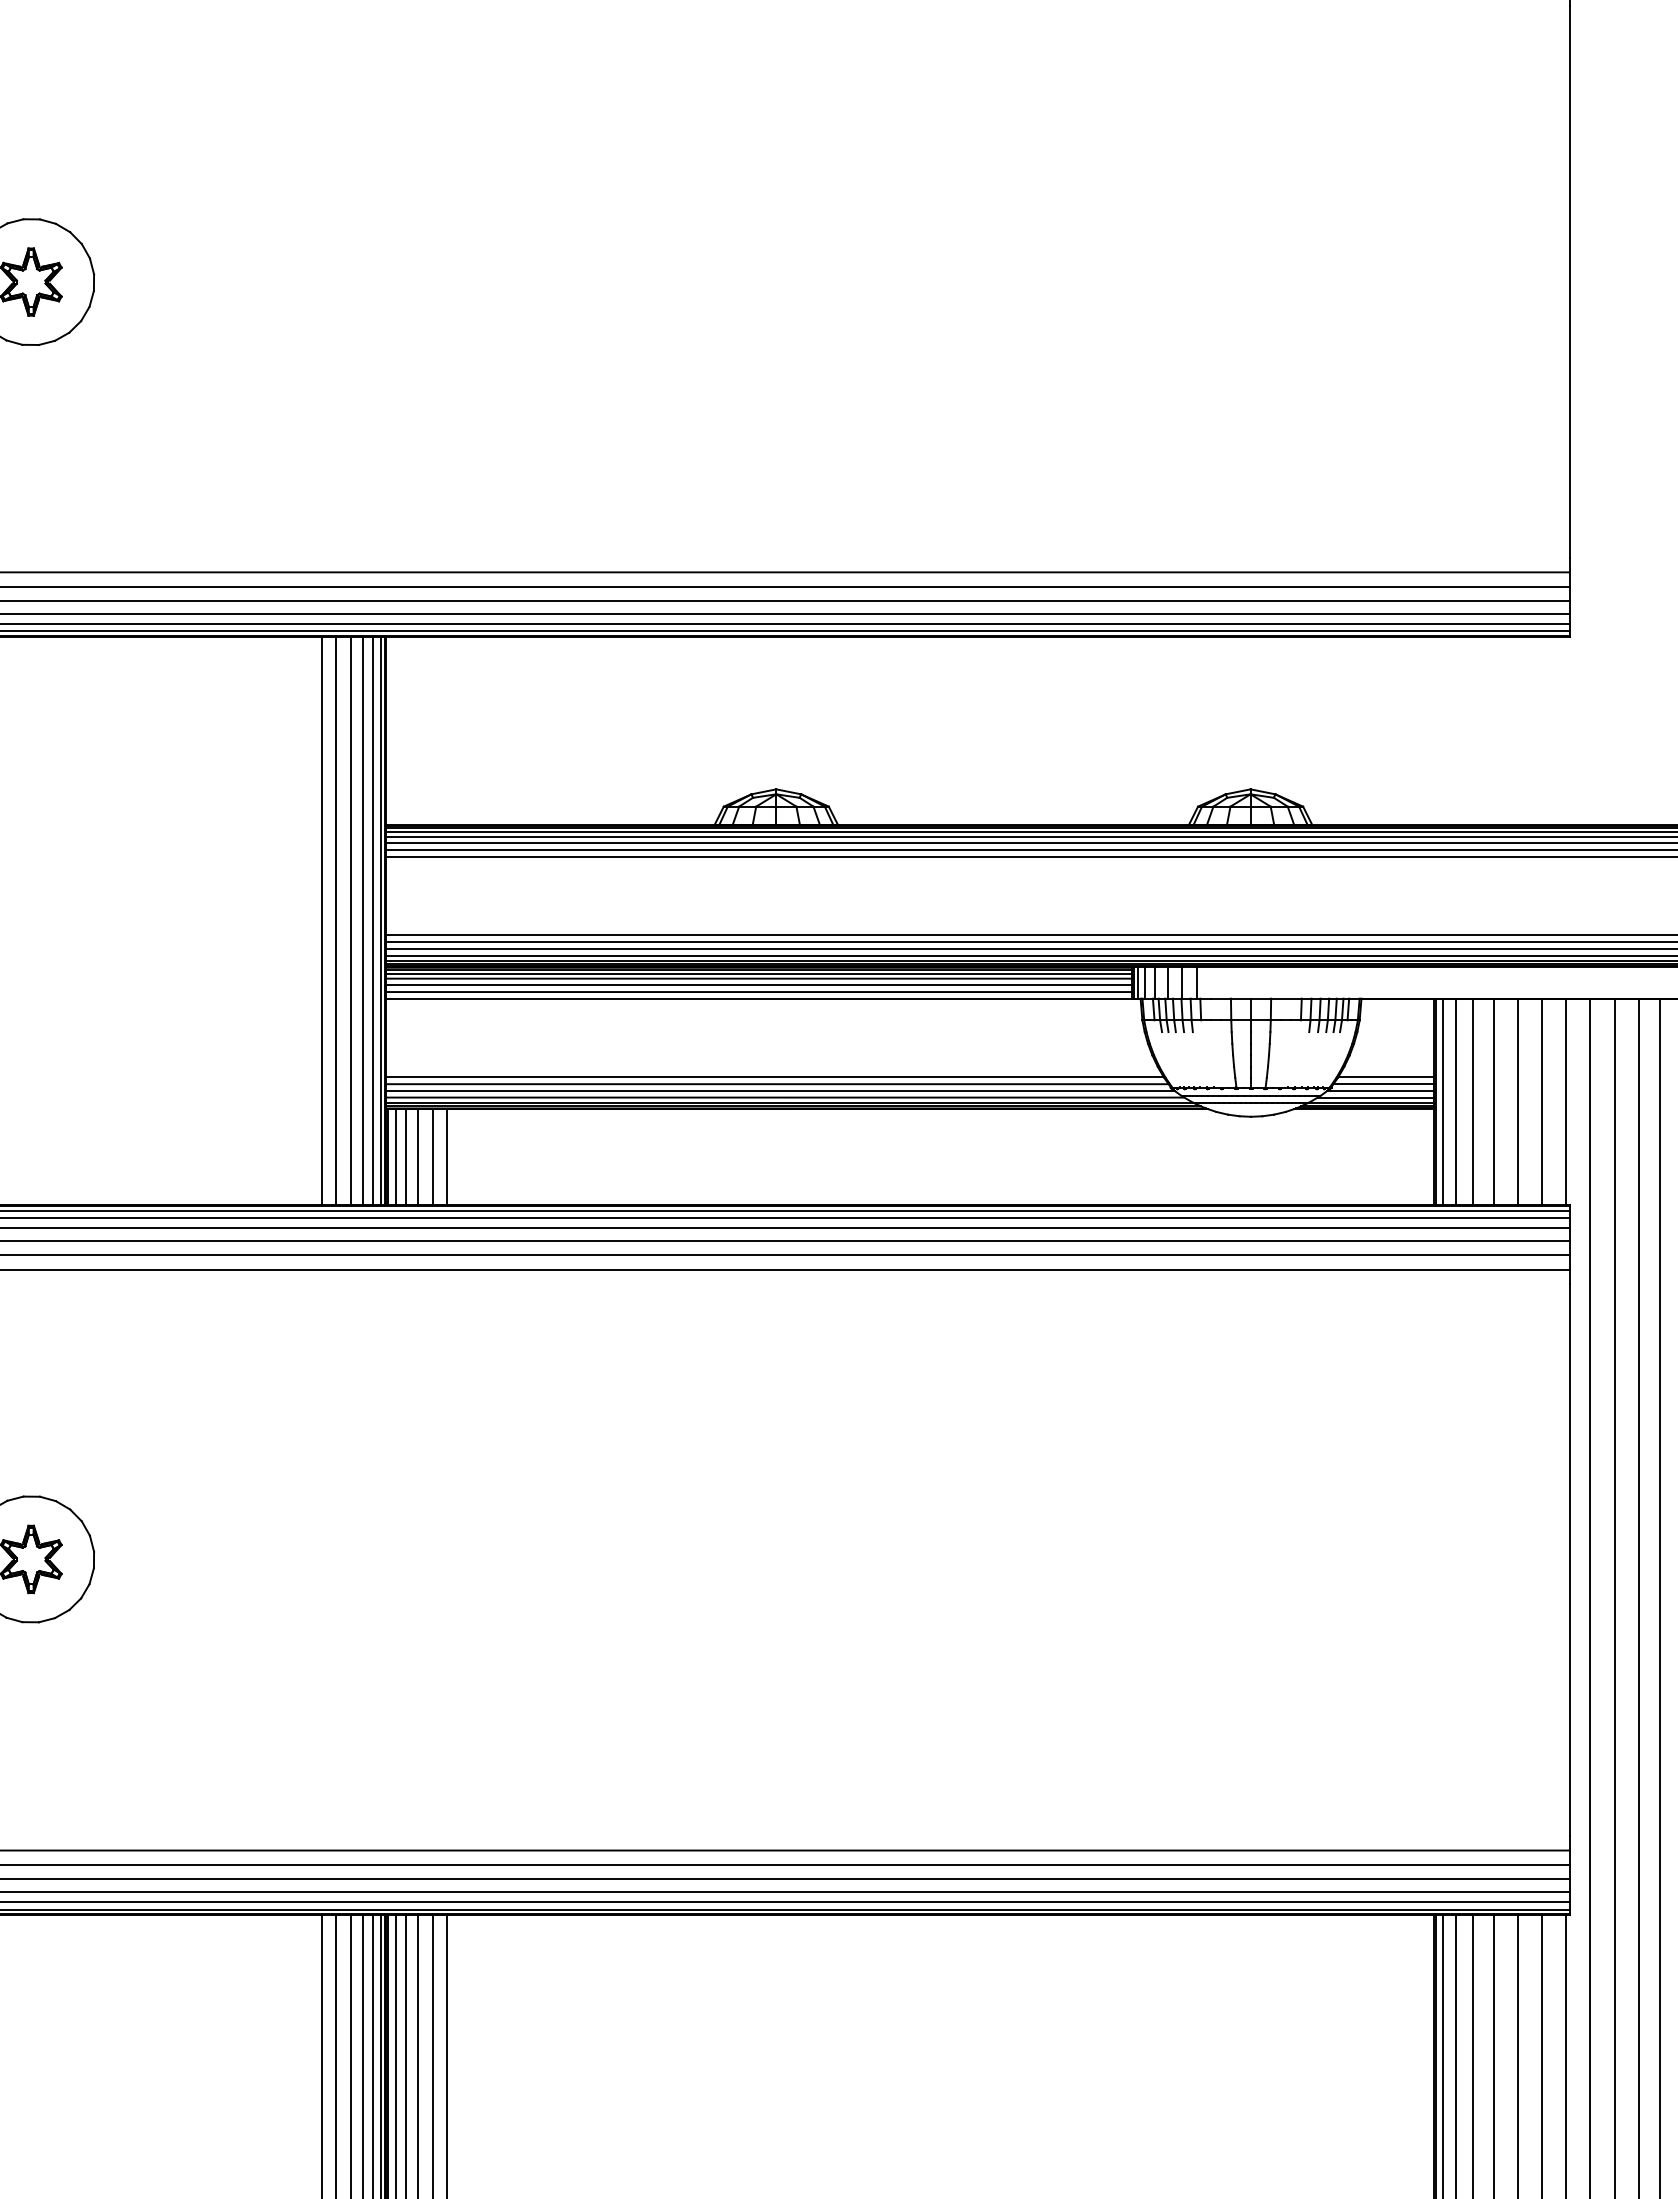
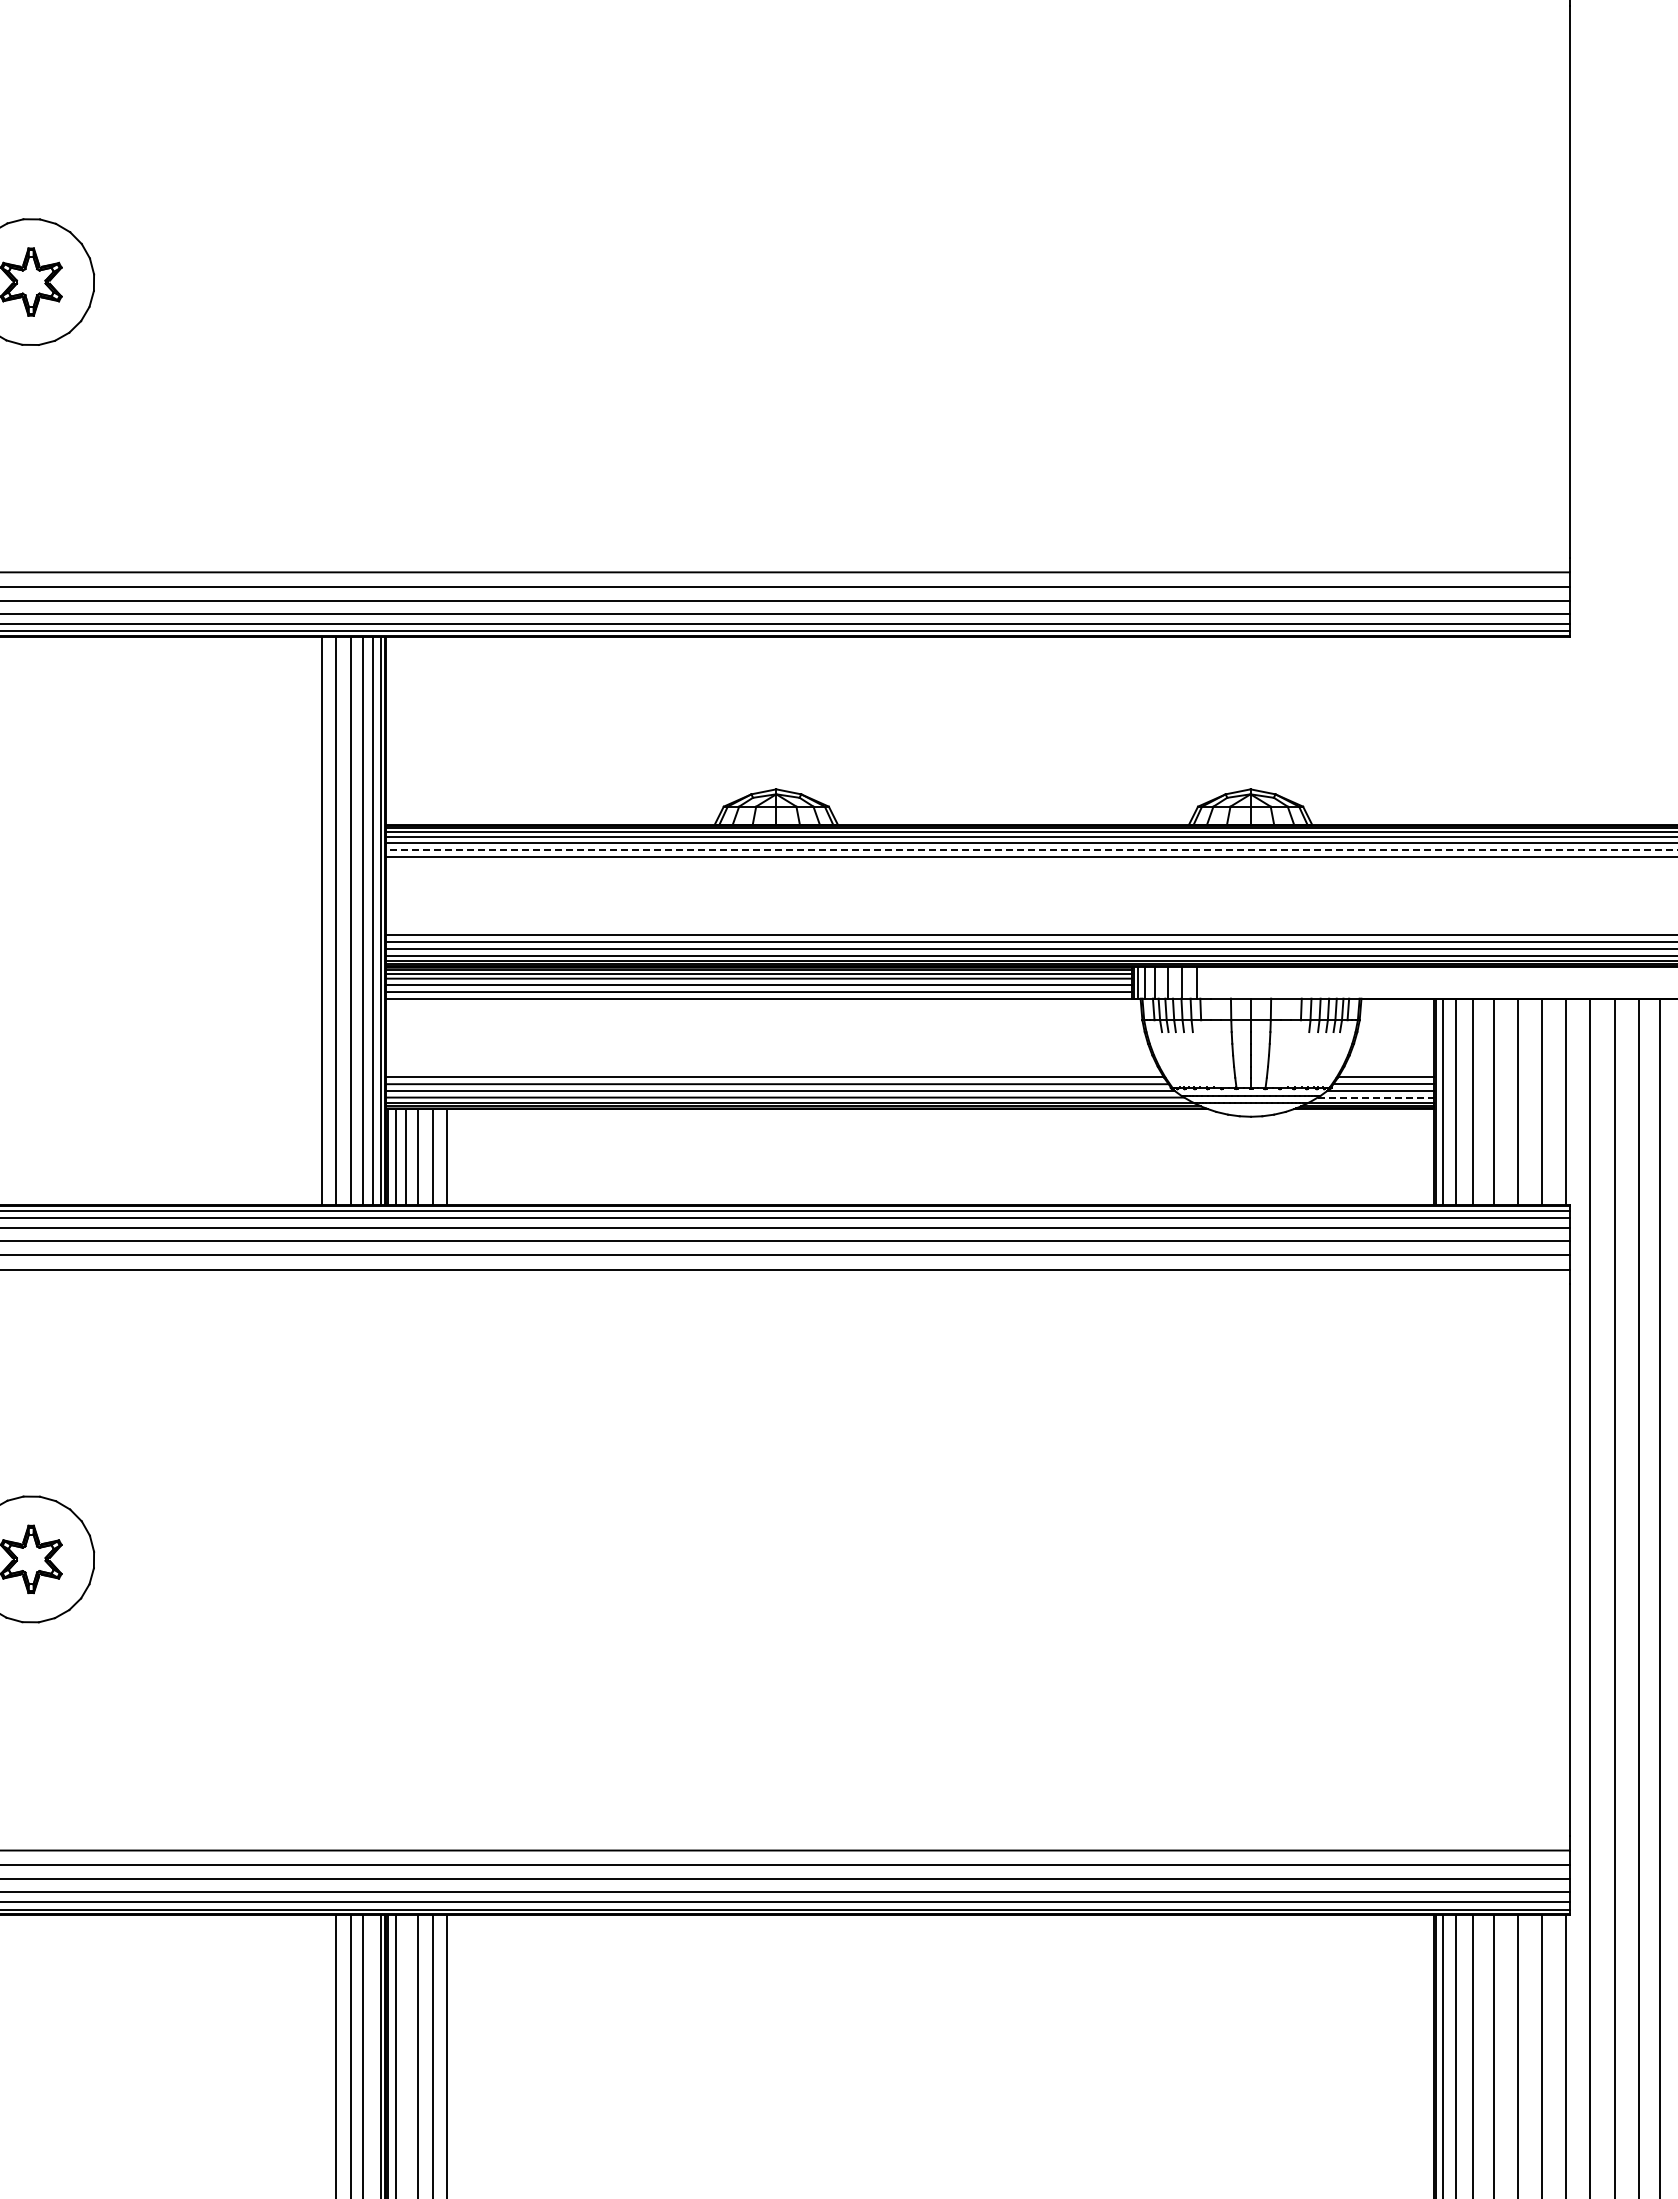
line at (1031, 850): solid -> dashed
line at (1376, 1097): solid -> dashed
line at (321, 2055): present -> none
line at (373, 2055): present -> none
line at (405, 2055): present -> none
